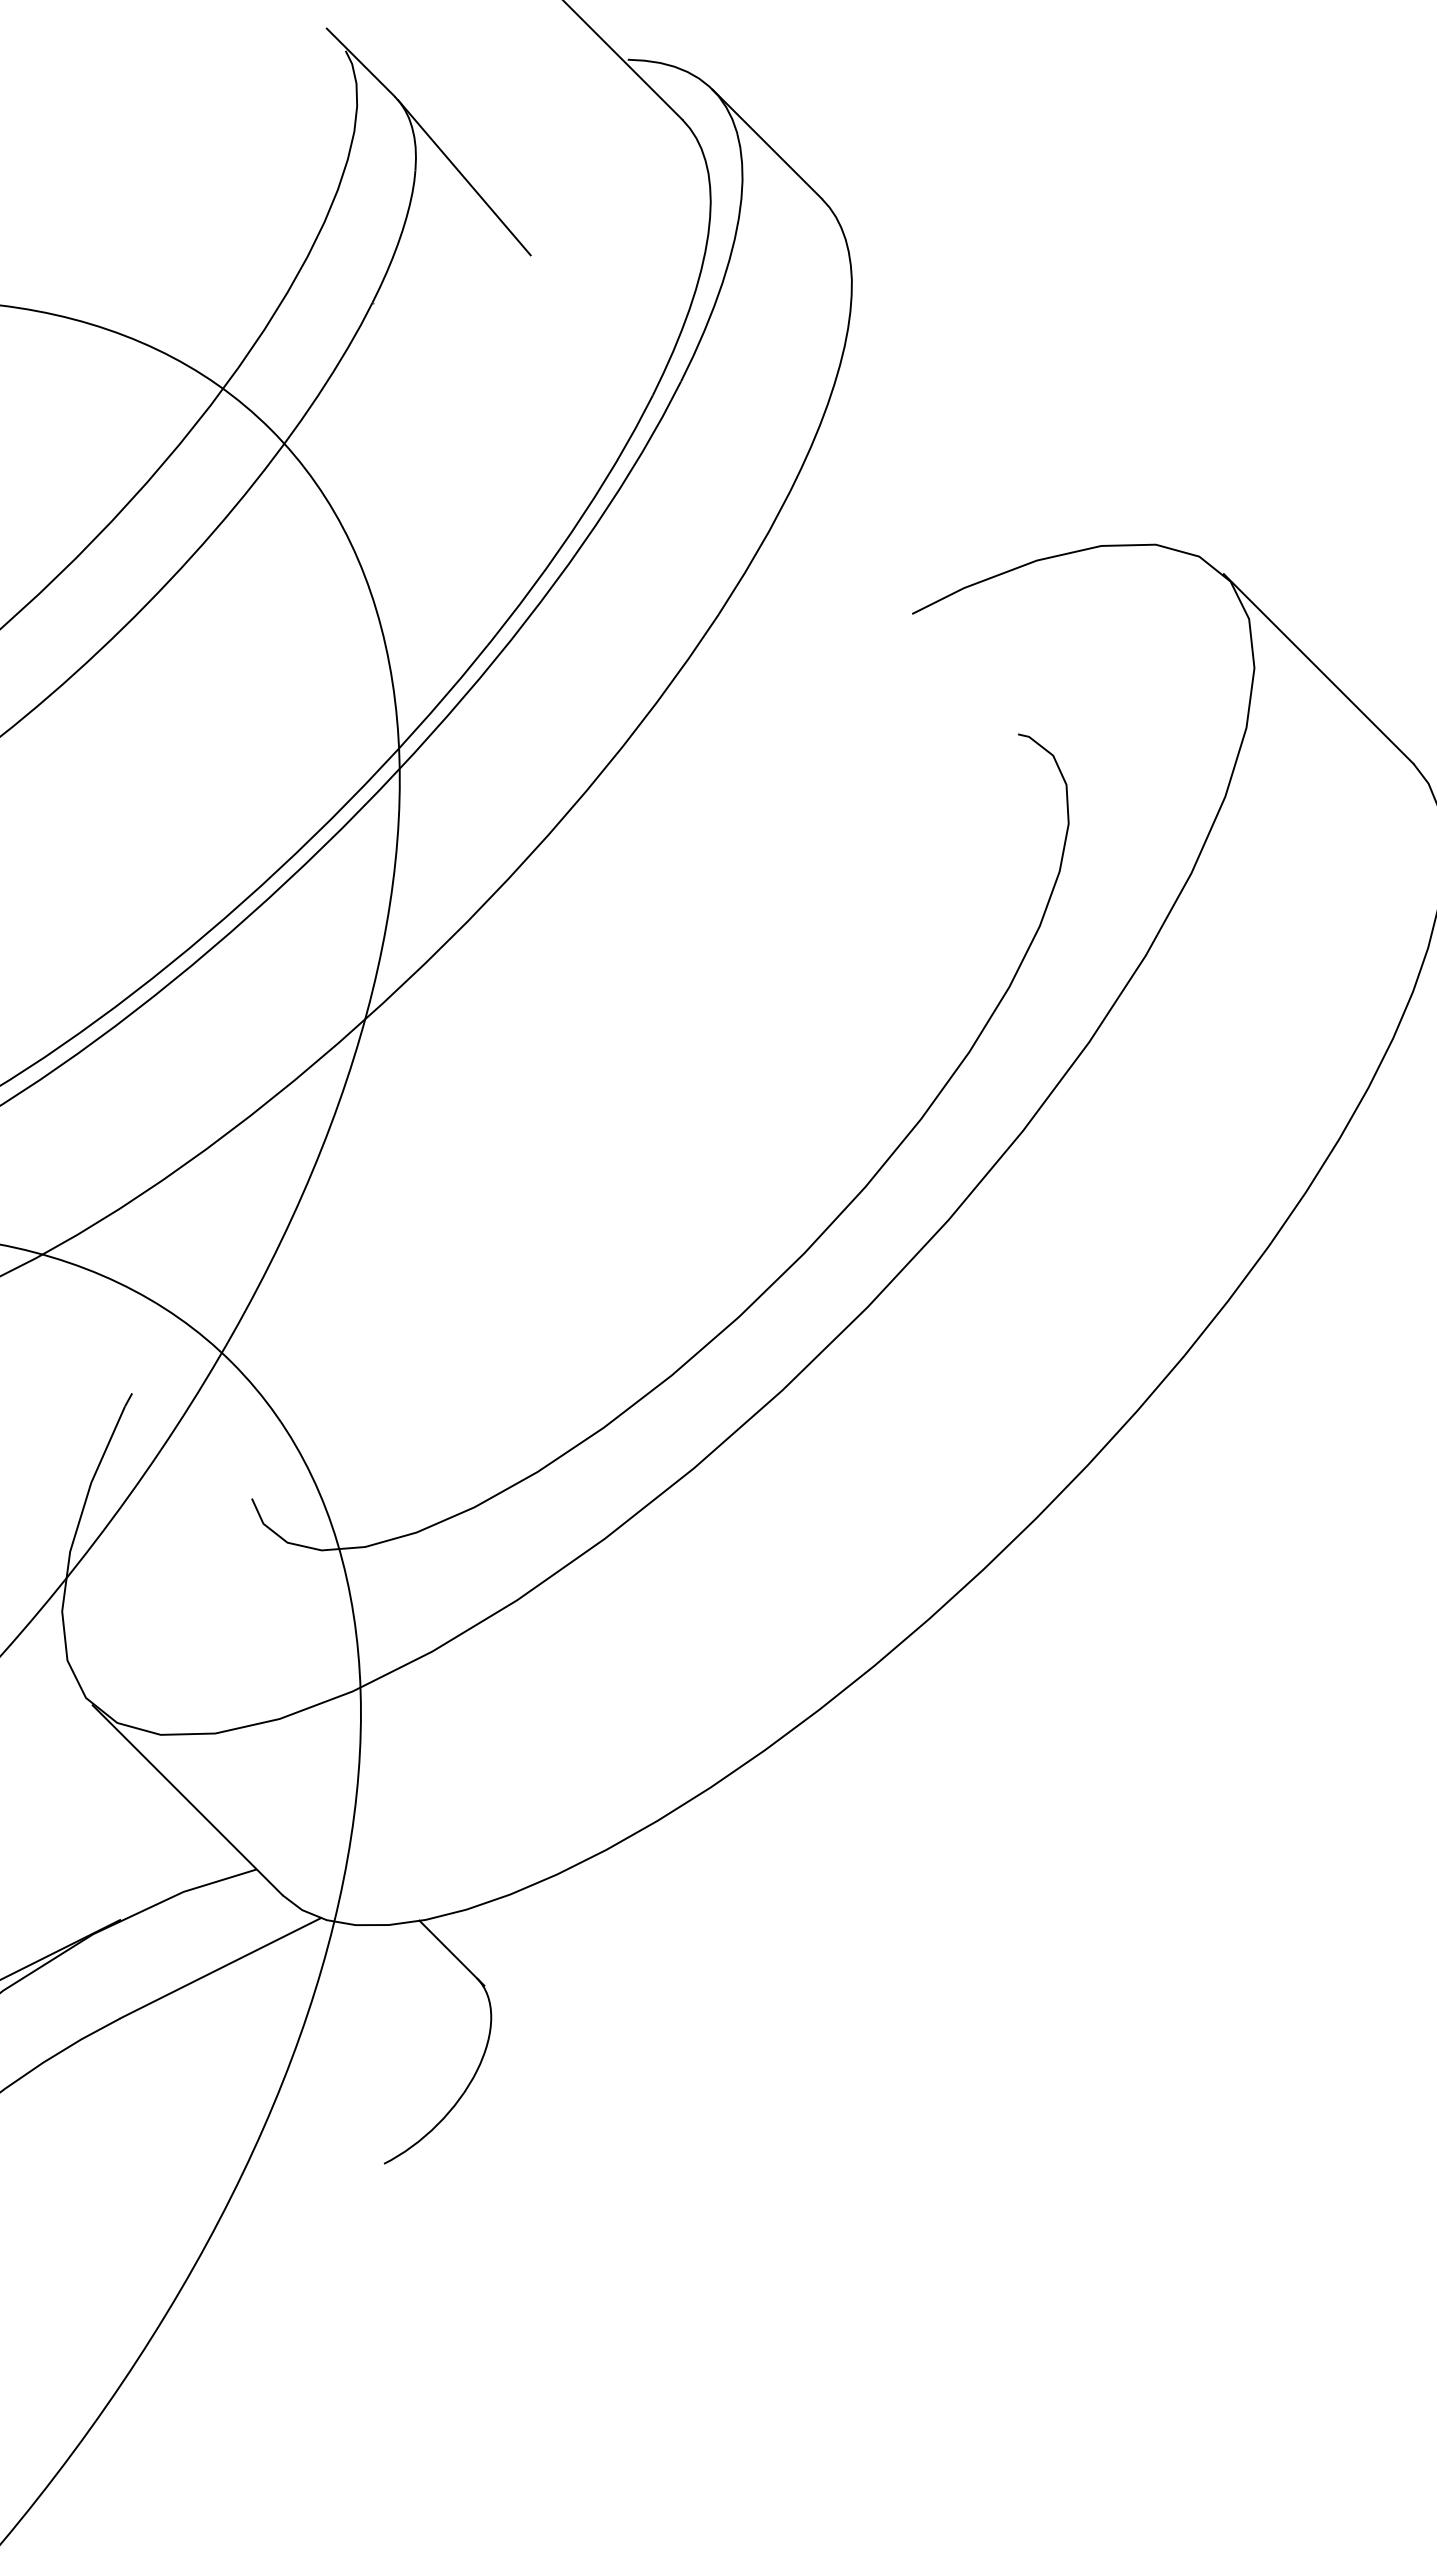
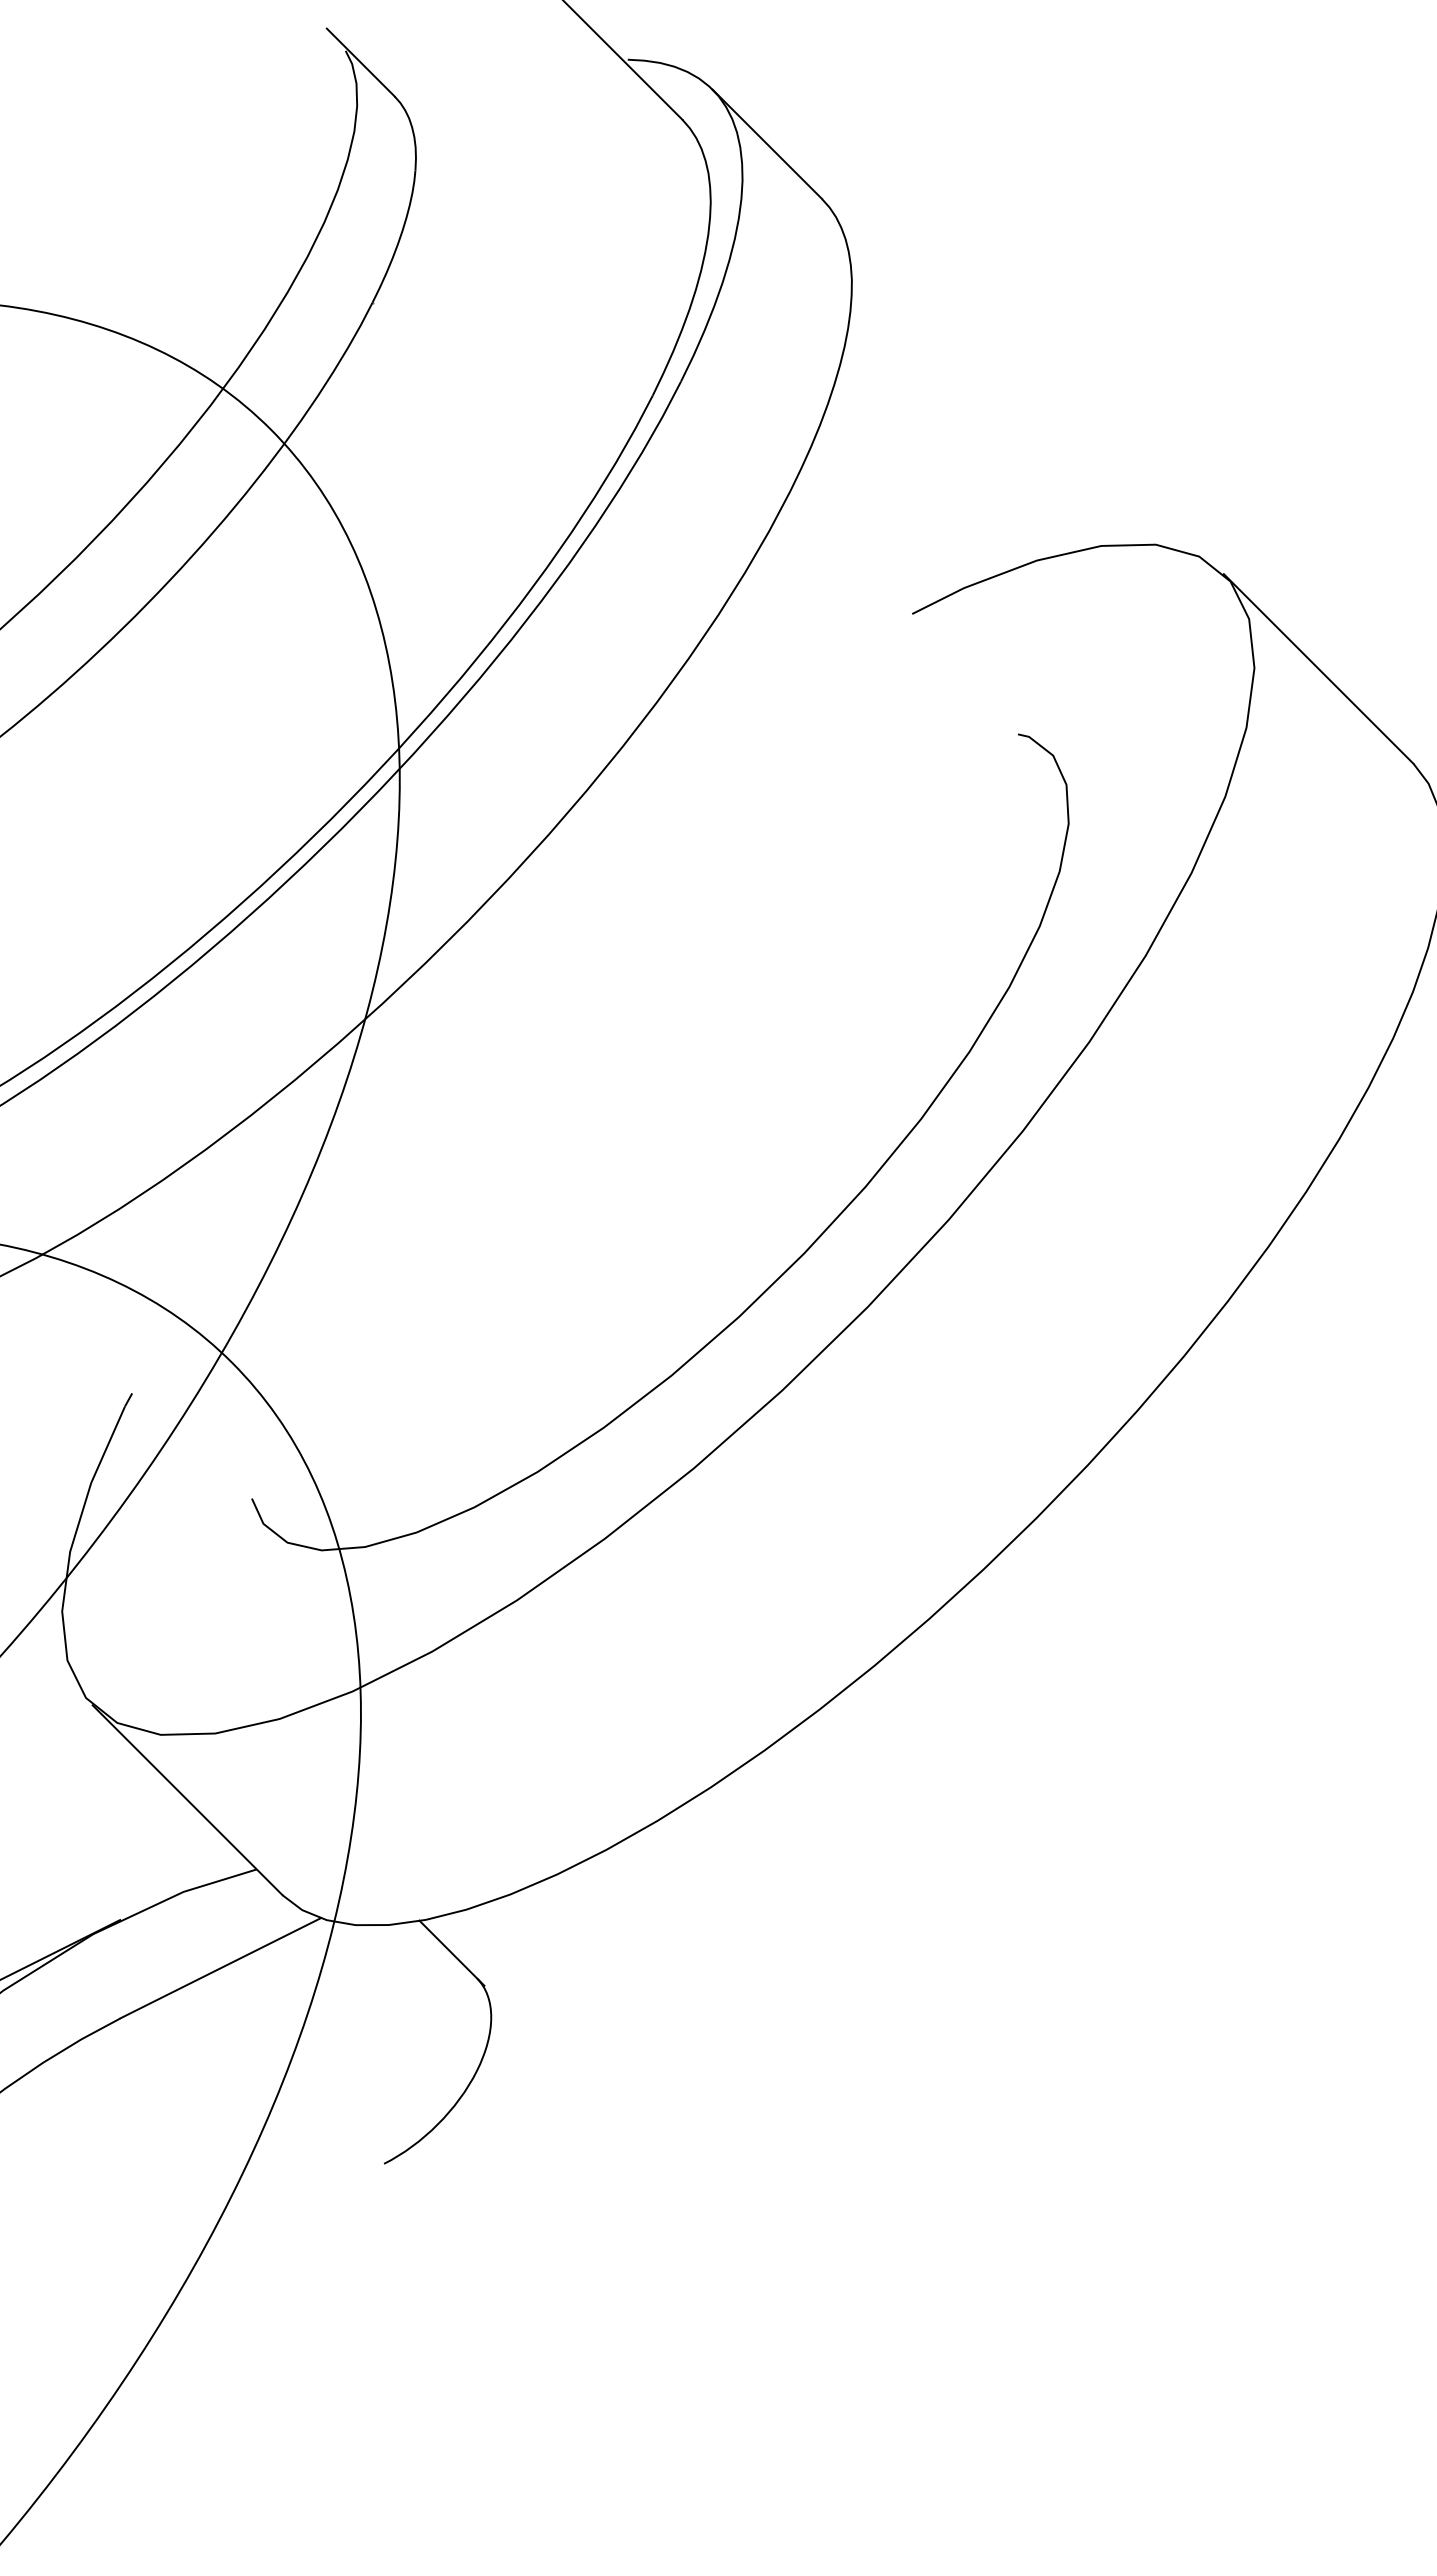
line at (464, 177): present -> none
